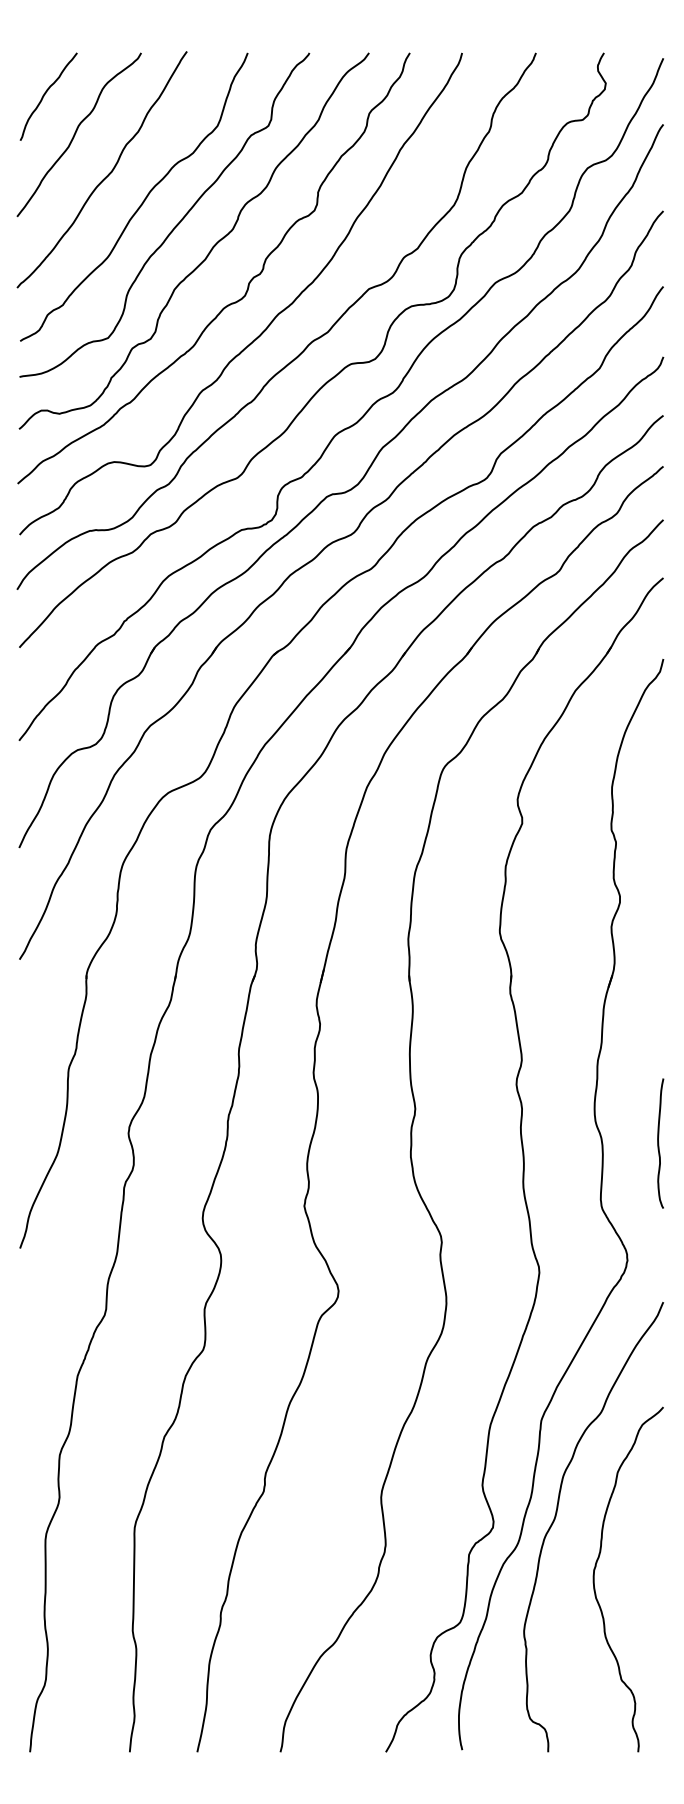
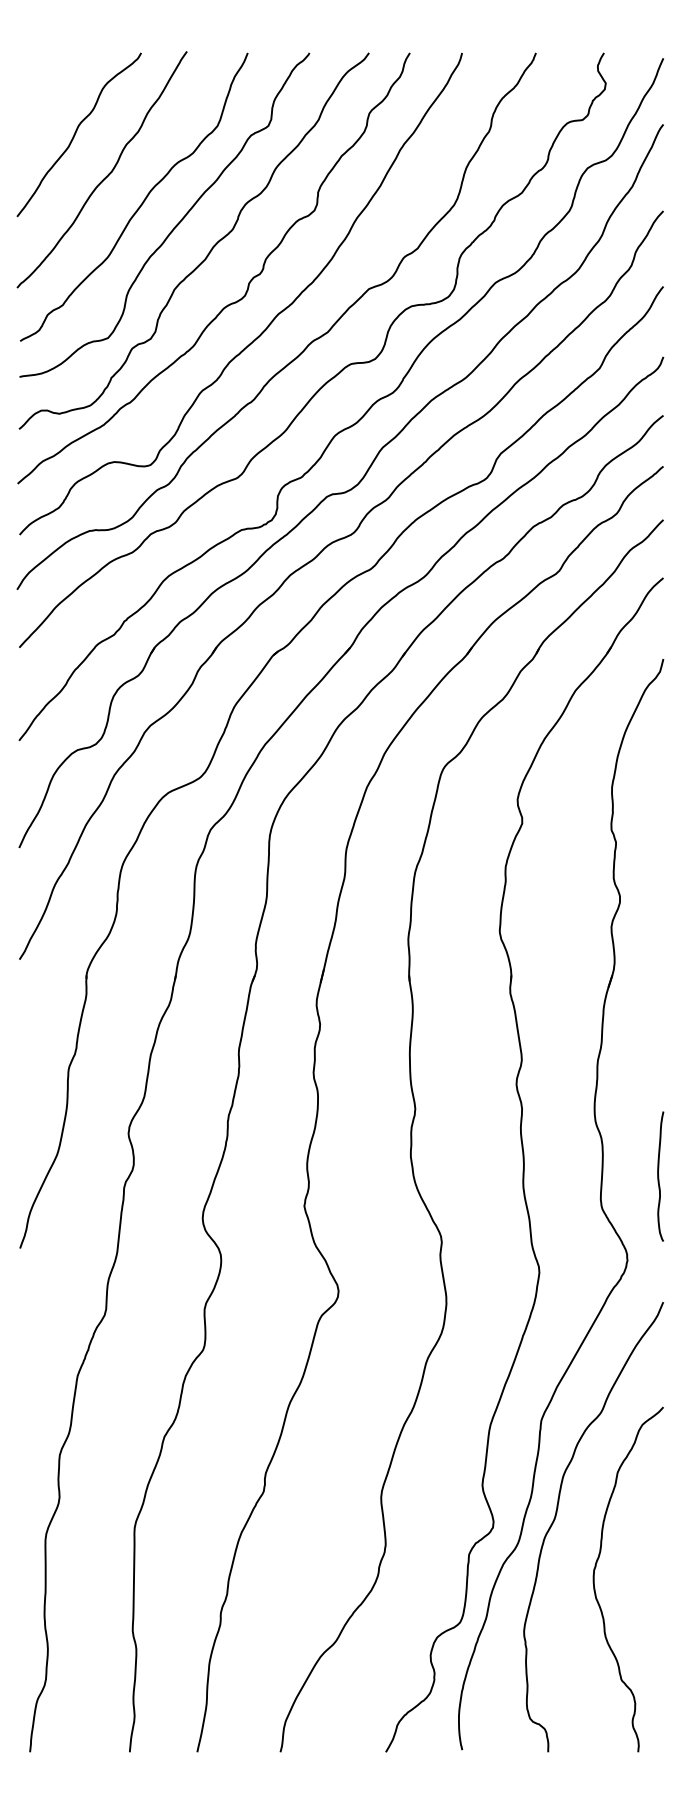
curve at (46, 93): present -> none
curve at (659, 1143) position: (659, 1143) -> (659, 1176)
